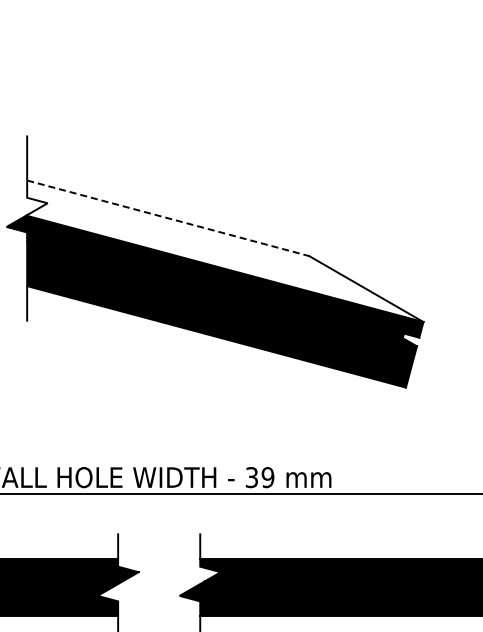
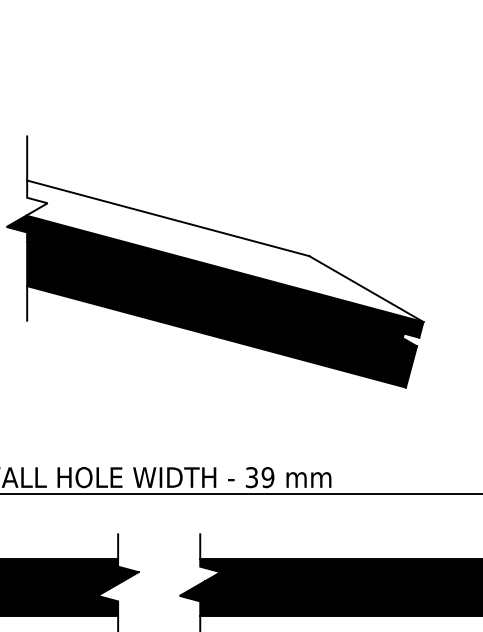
line at (168, 218): dashed -> solid
